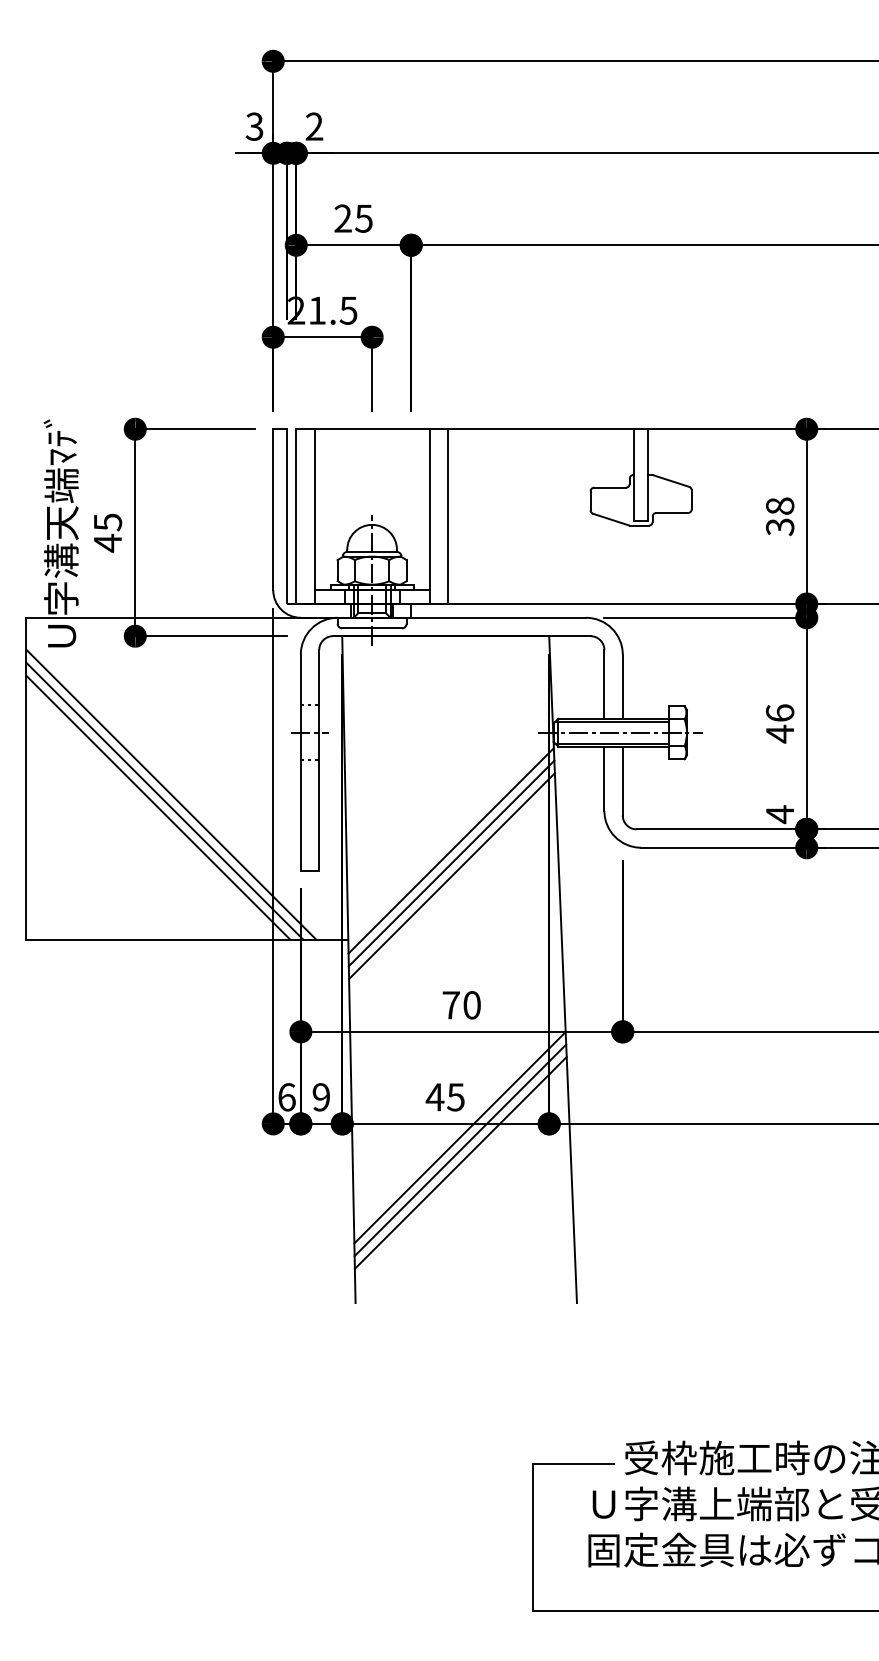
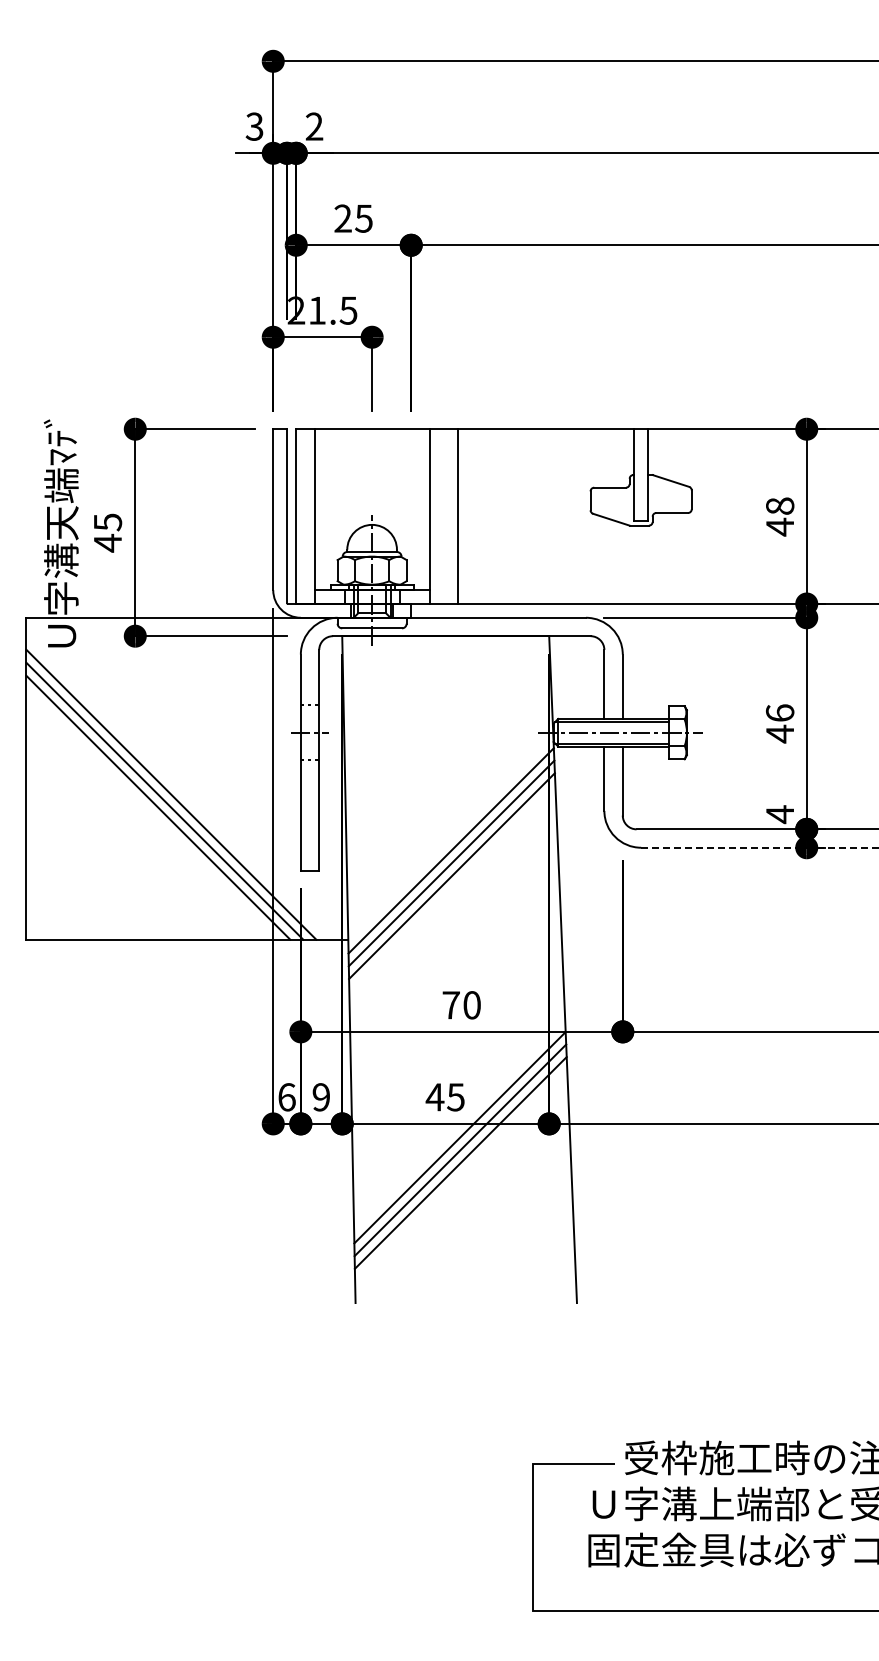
line at (448, 516) position: (448, 516) -> (458, 516)
text at (780, 526): 38 -> 48
line at (760, 847): solid -> dashed
